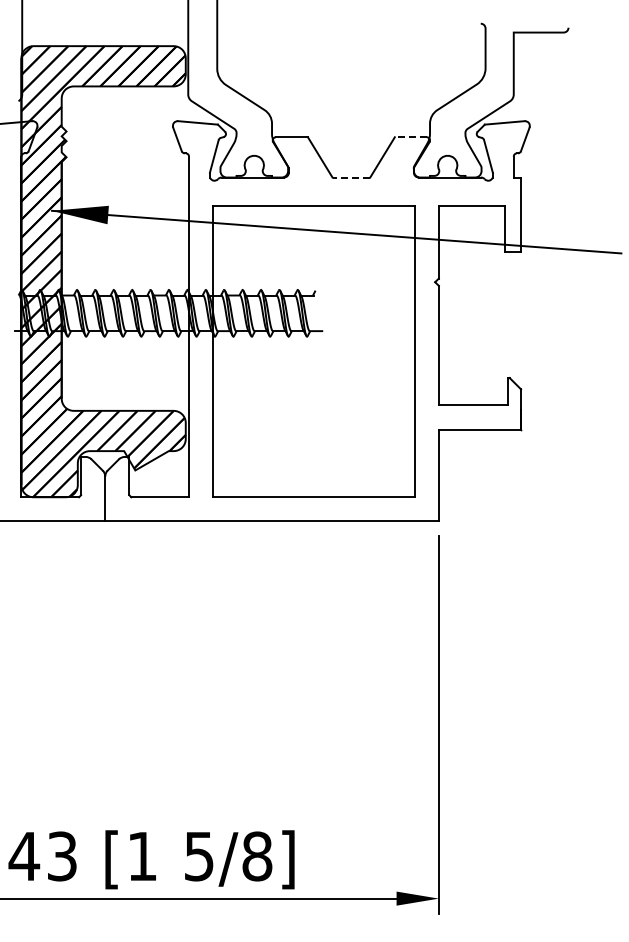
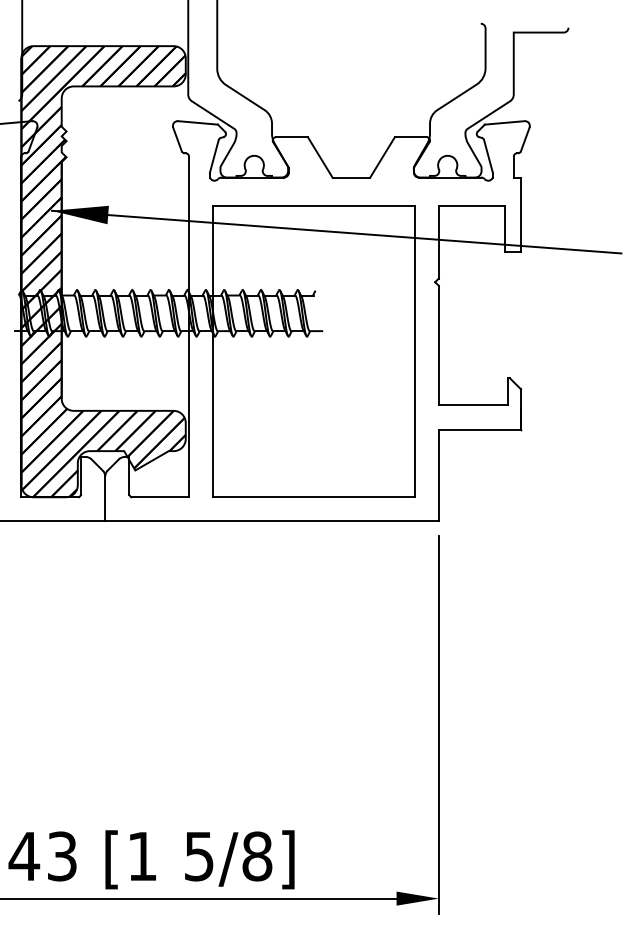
line at (410, 137): dashed -> solid
line at (351, 177): dashed -> solid
